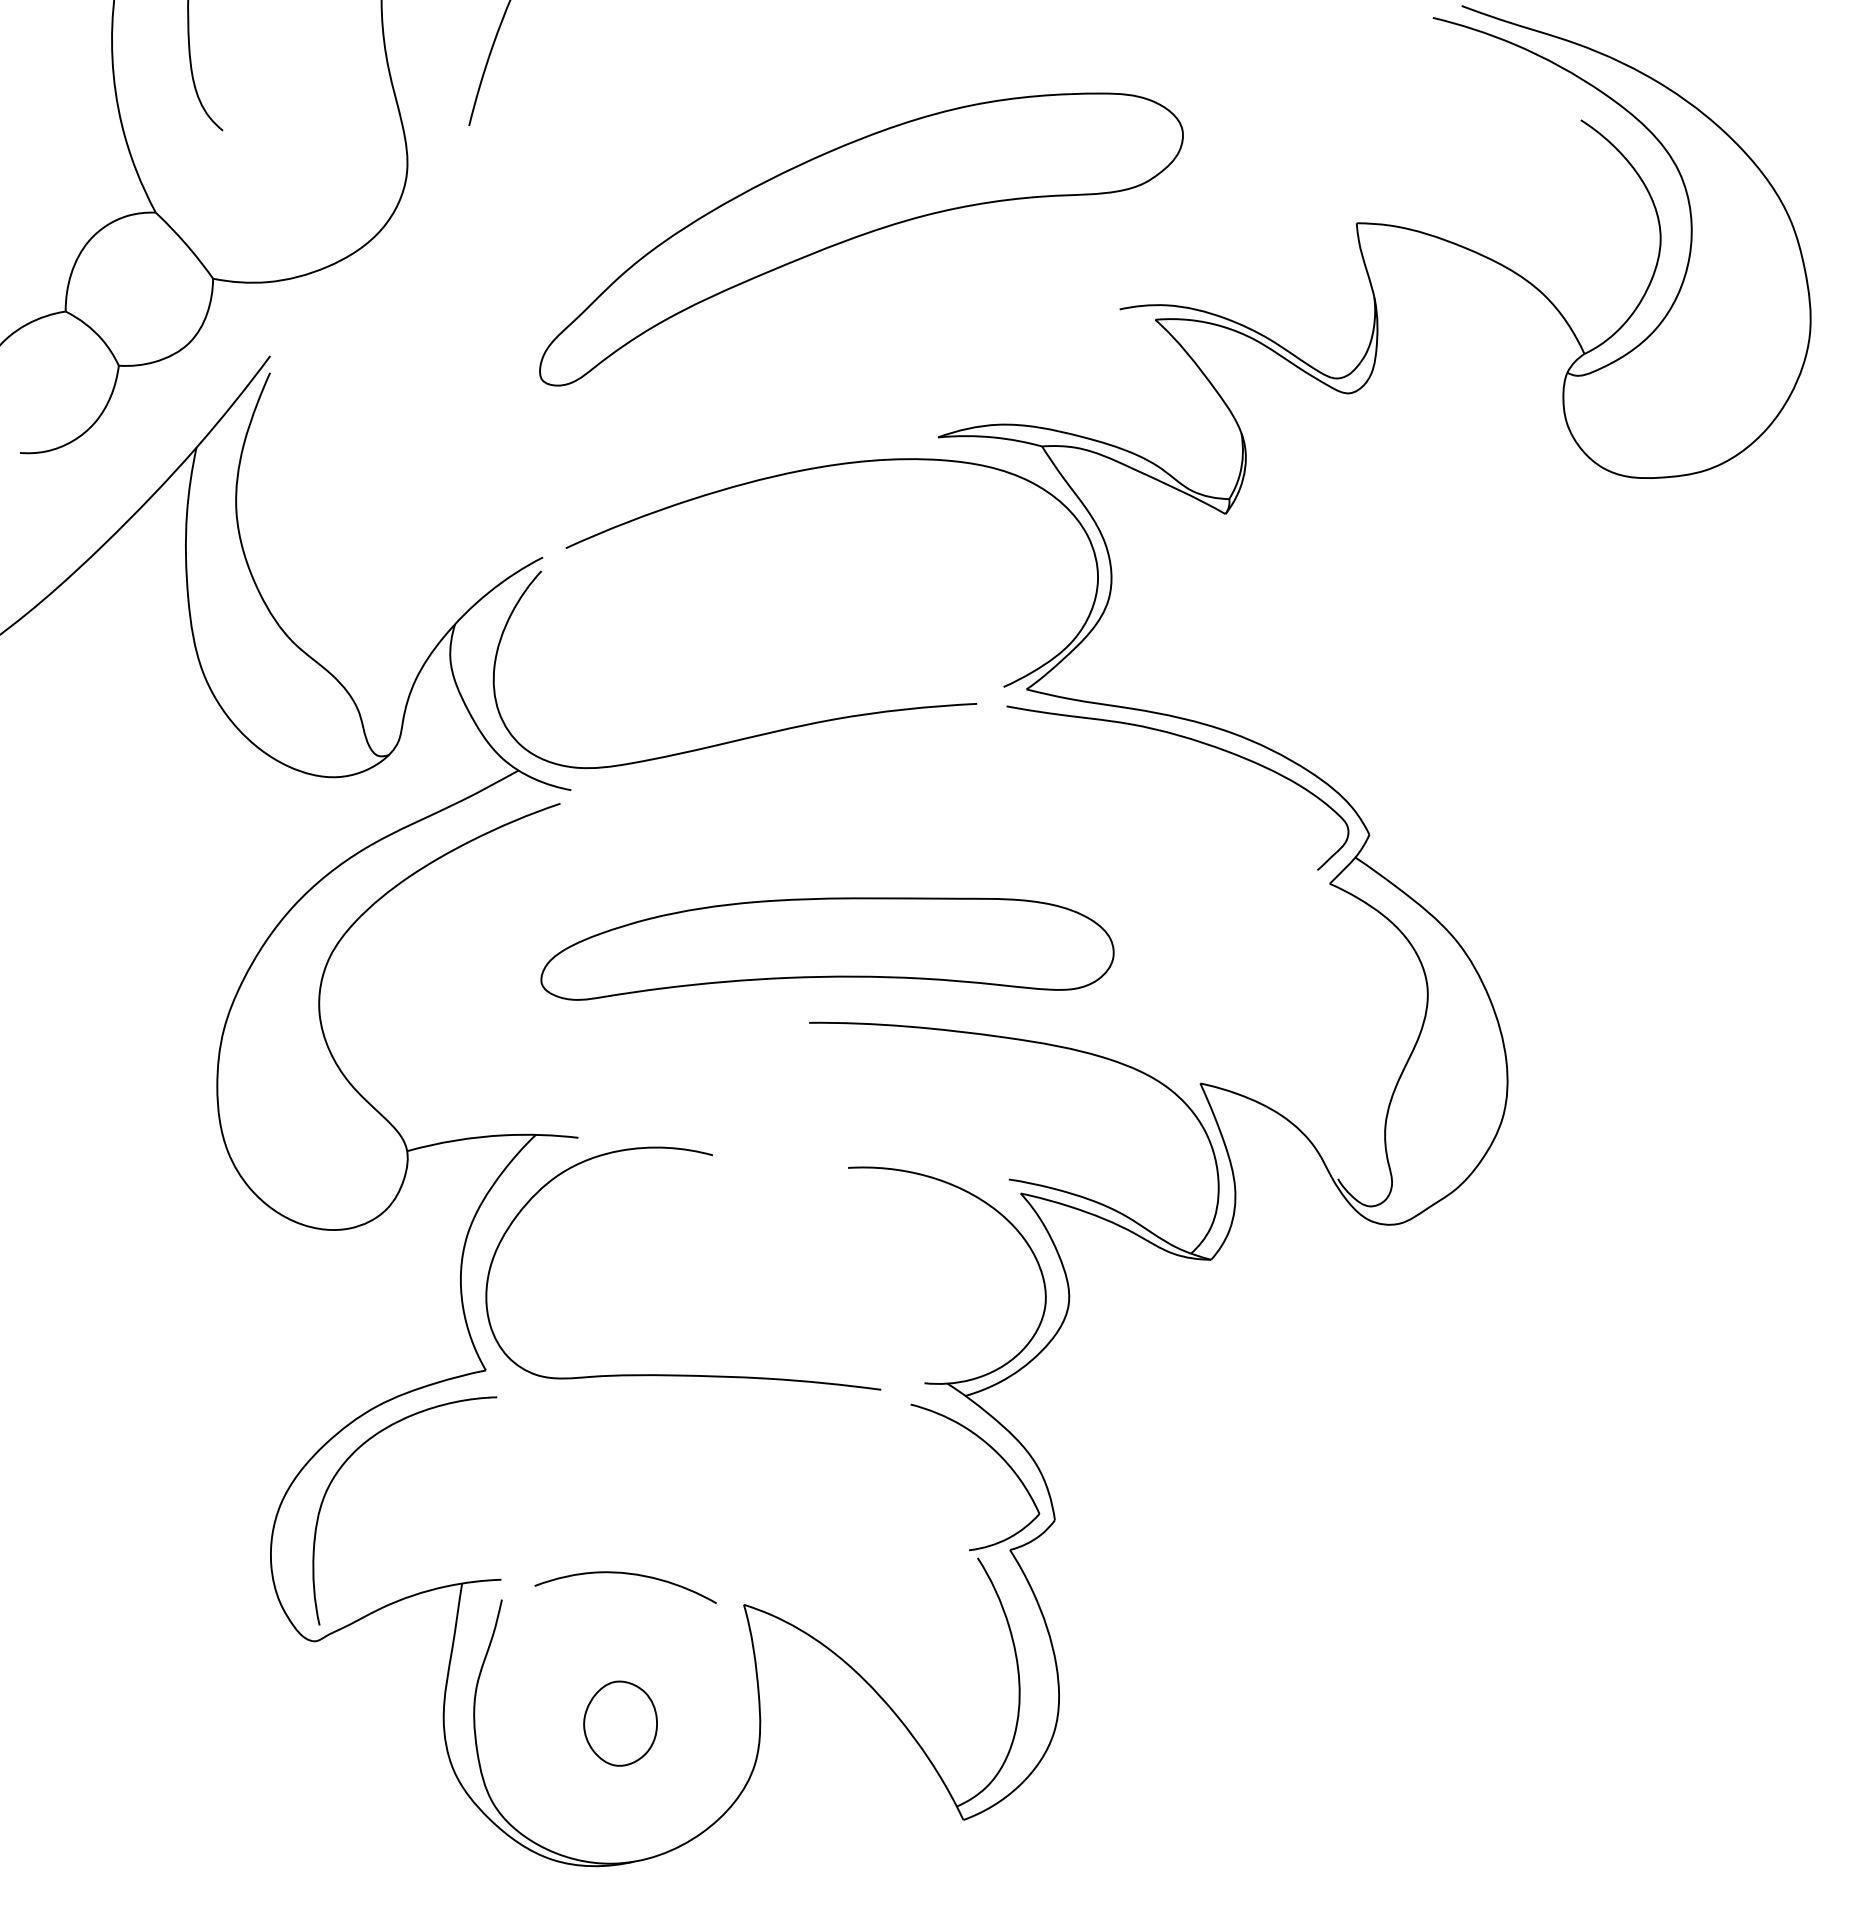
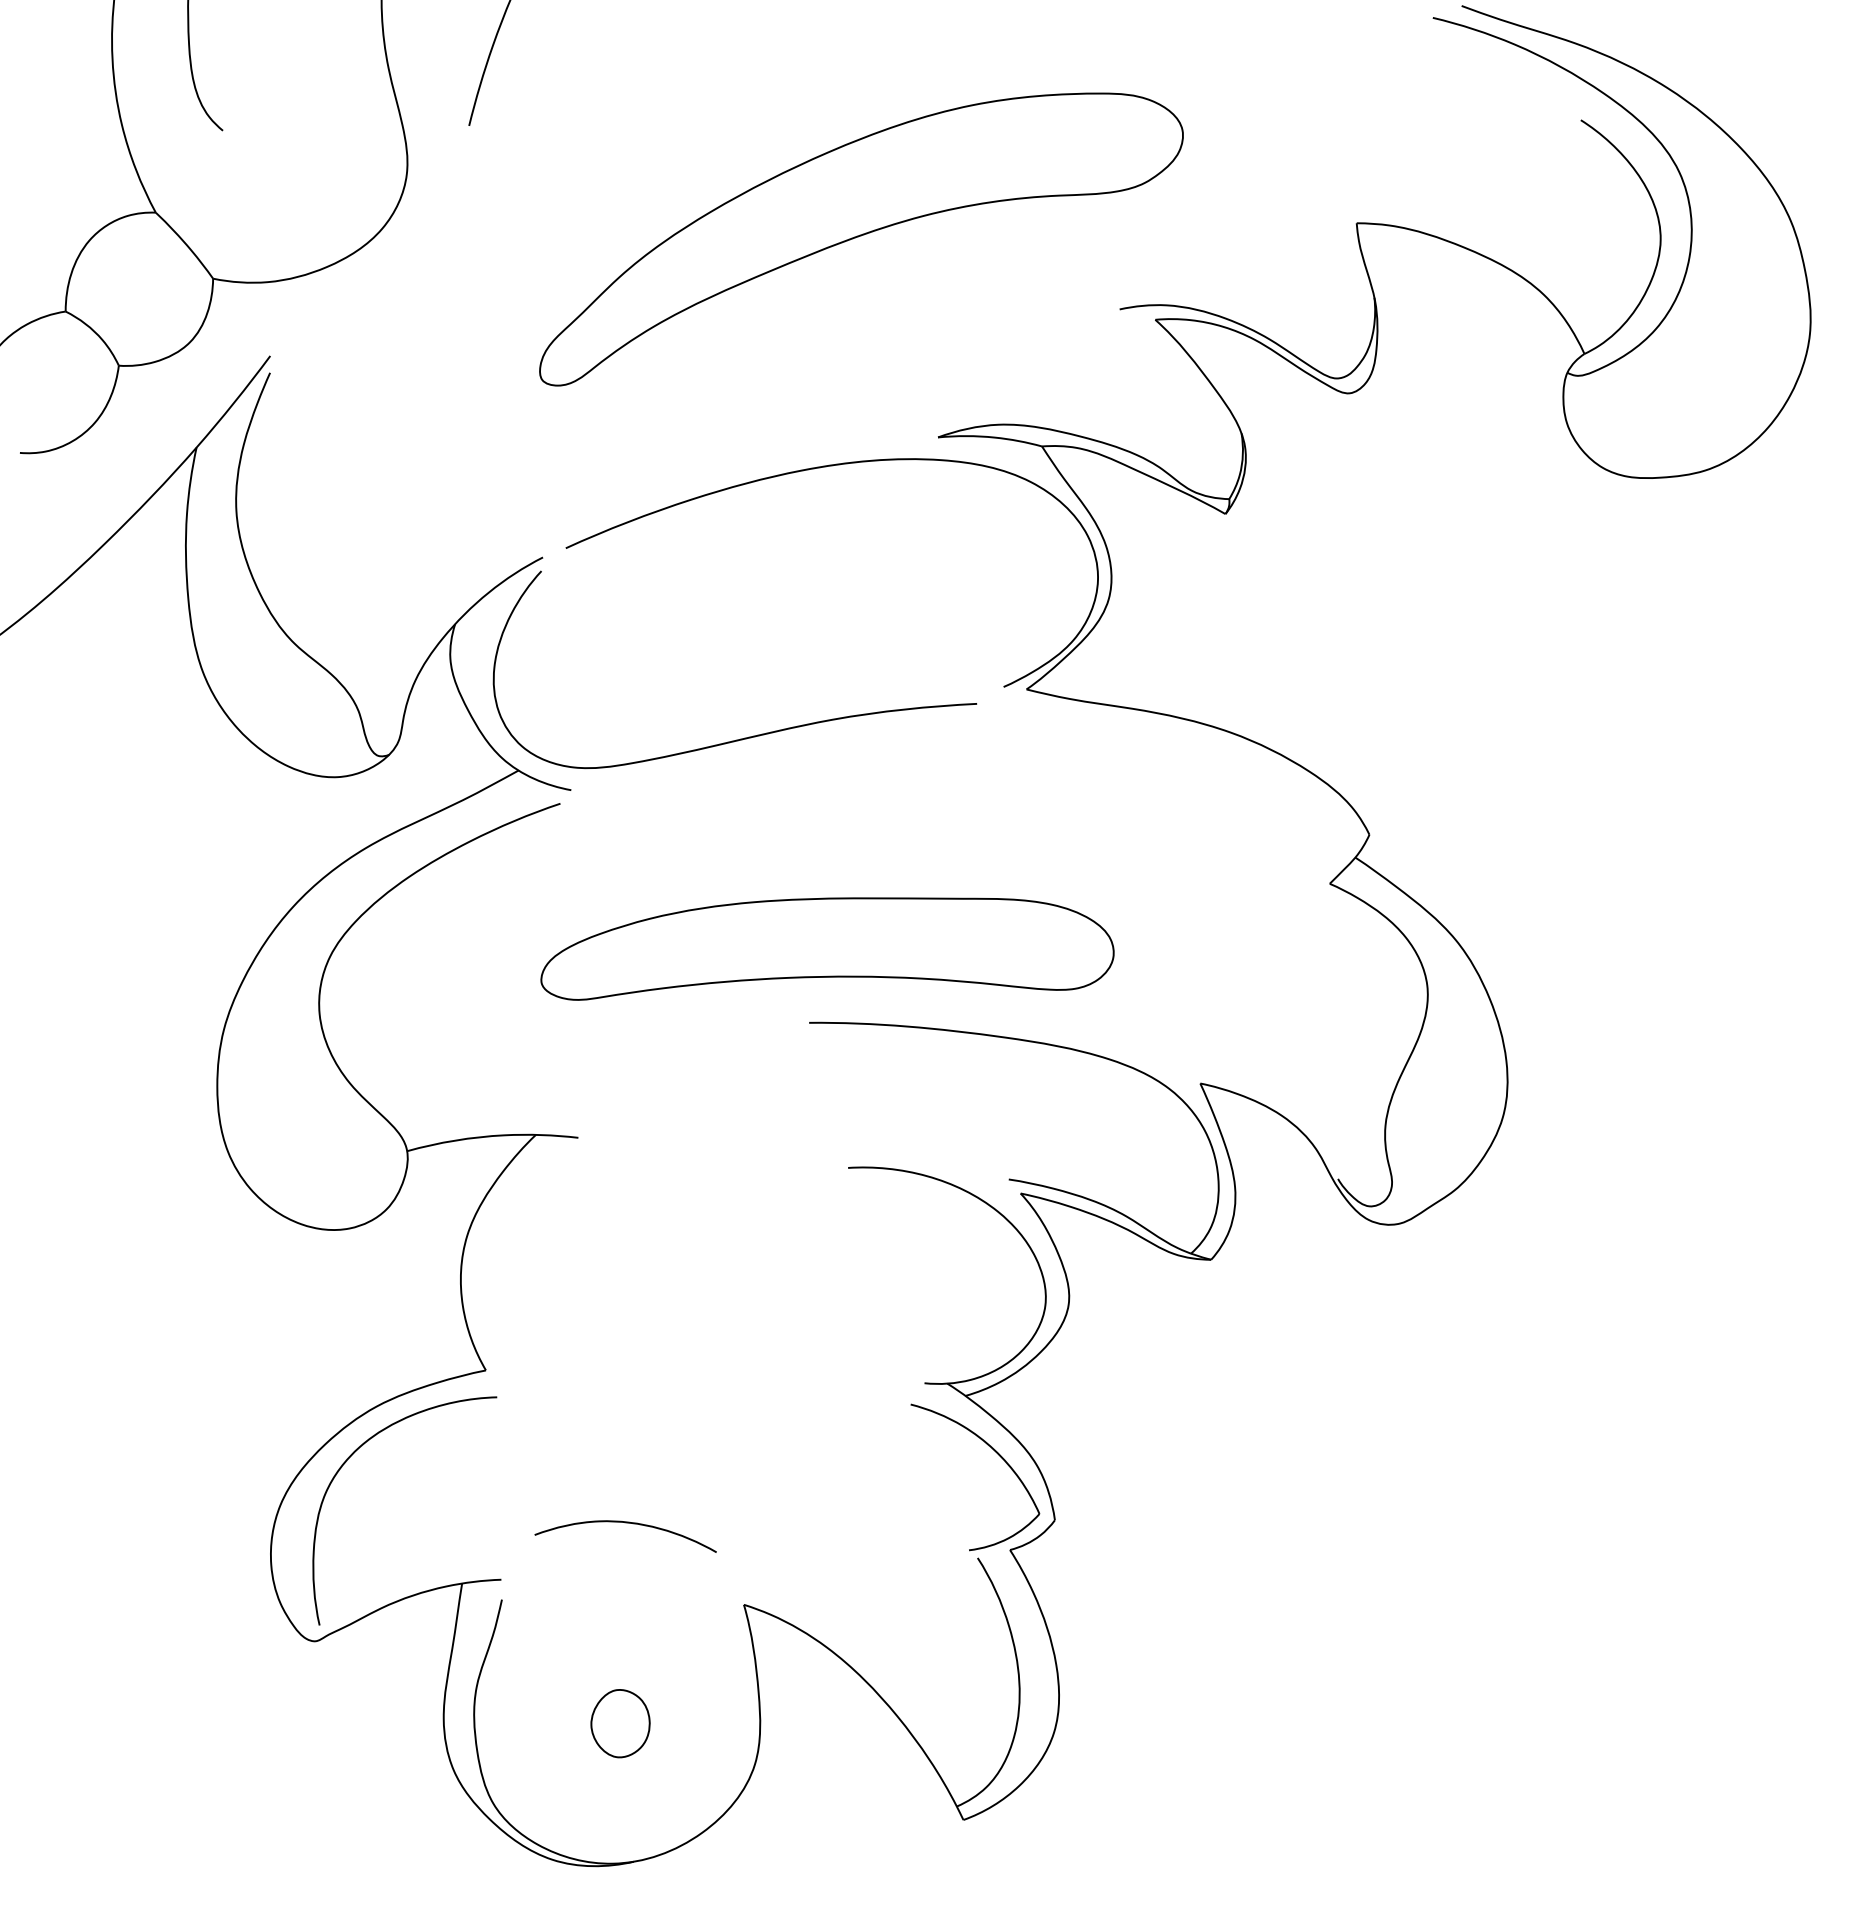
curve at (1191, 740): present -> none
curve at (683, 1374): present -> none
curve at (625, 1574) position: (625, 1574) -> (625, 1523)
part at (620, 1723) size: 75x87 px -> 61x70 px
